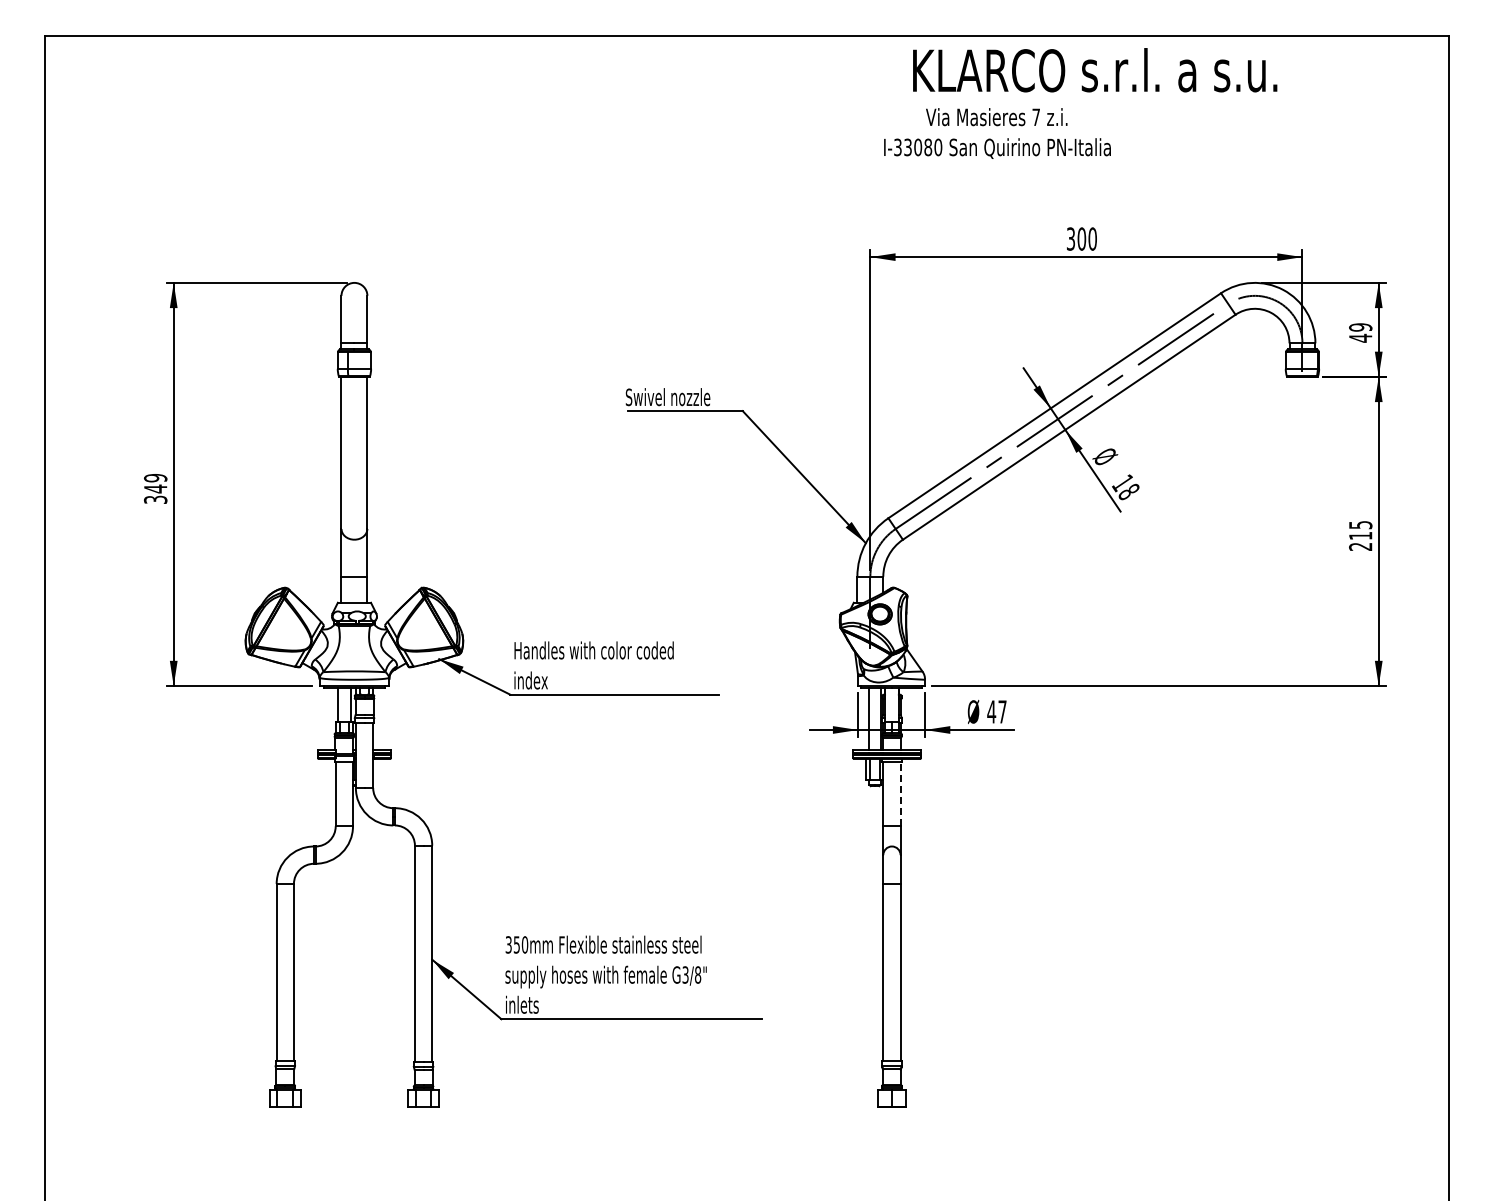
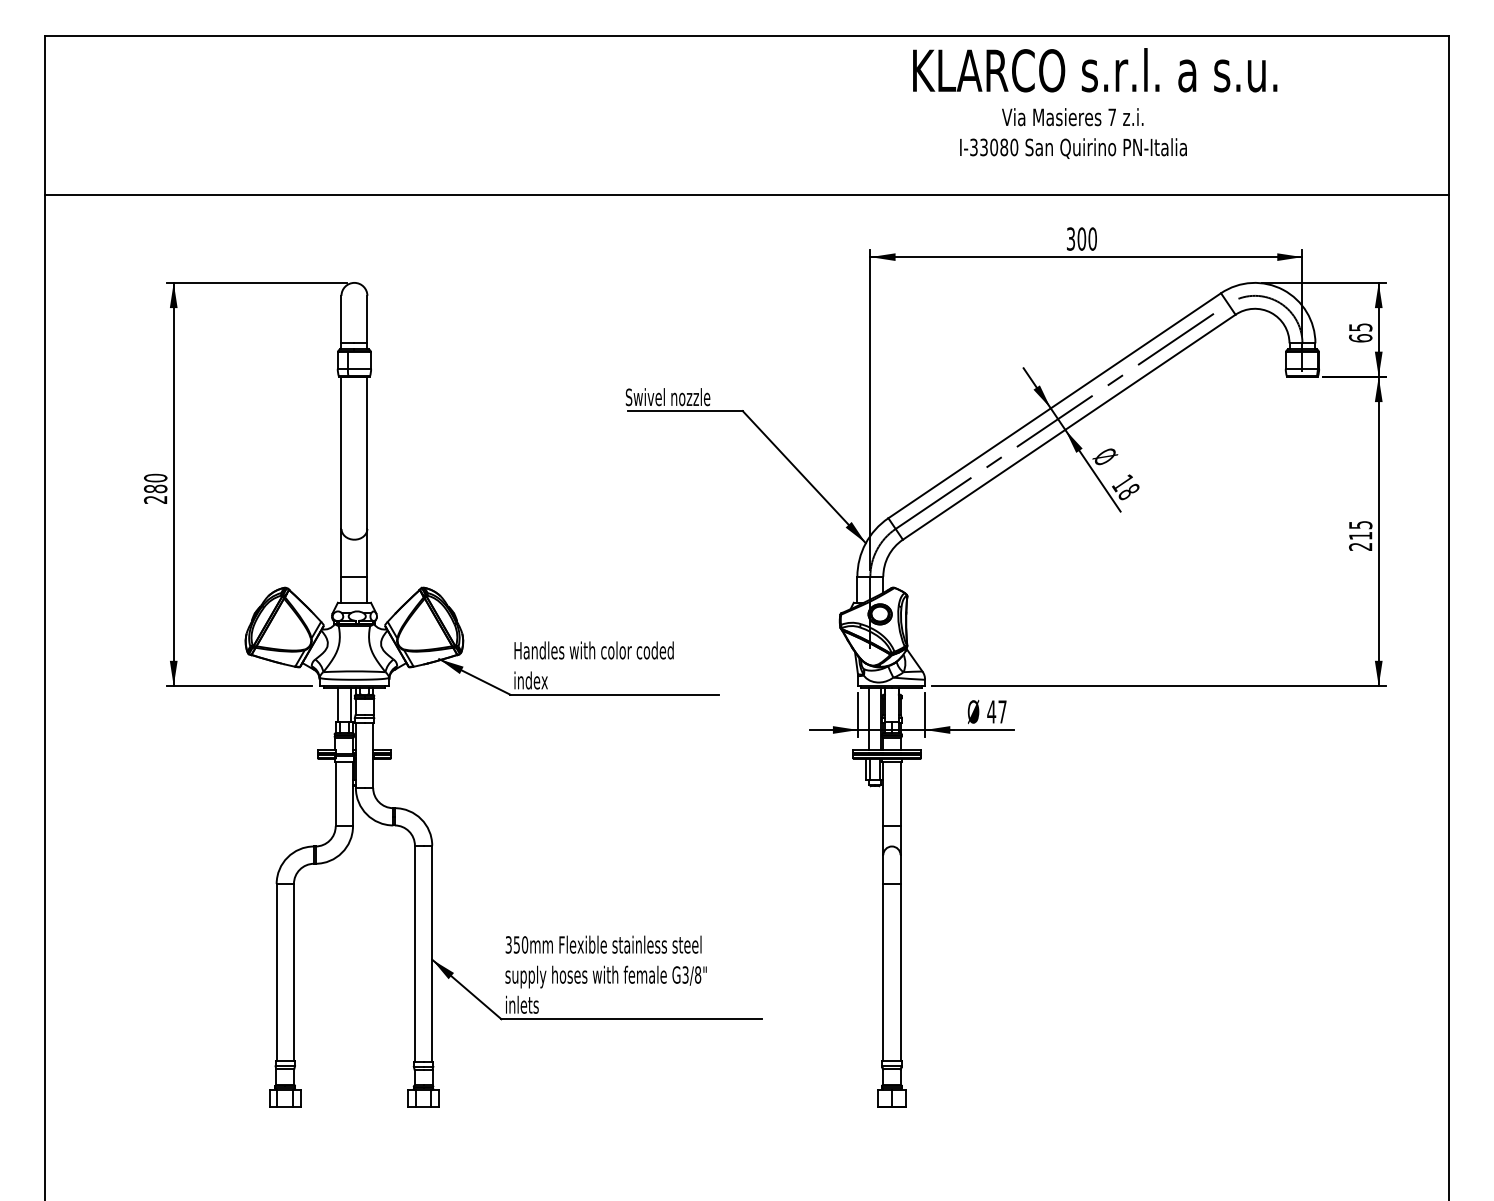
text at (997, 133) position: (997, 133) -> (1073, 133)
line at (746, 195): none -> present
text at (1360, 332): 49 -> 65
text at (155, 488): 349 -> 280
line at (900, 793): dashed -> solid
